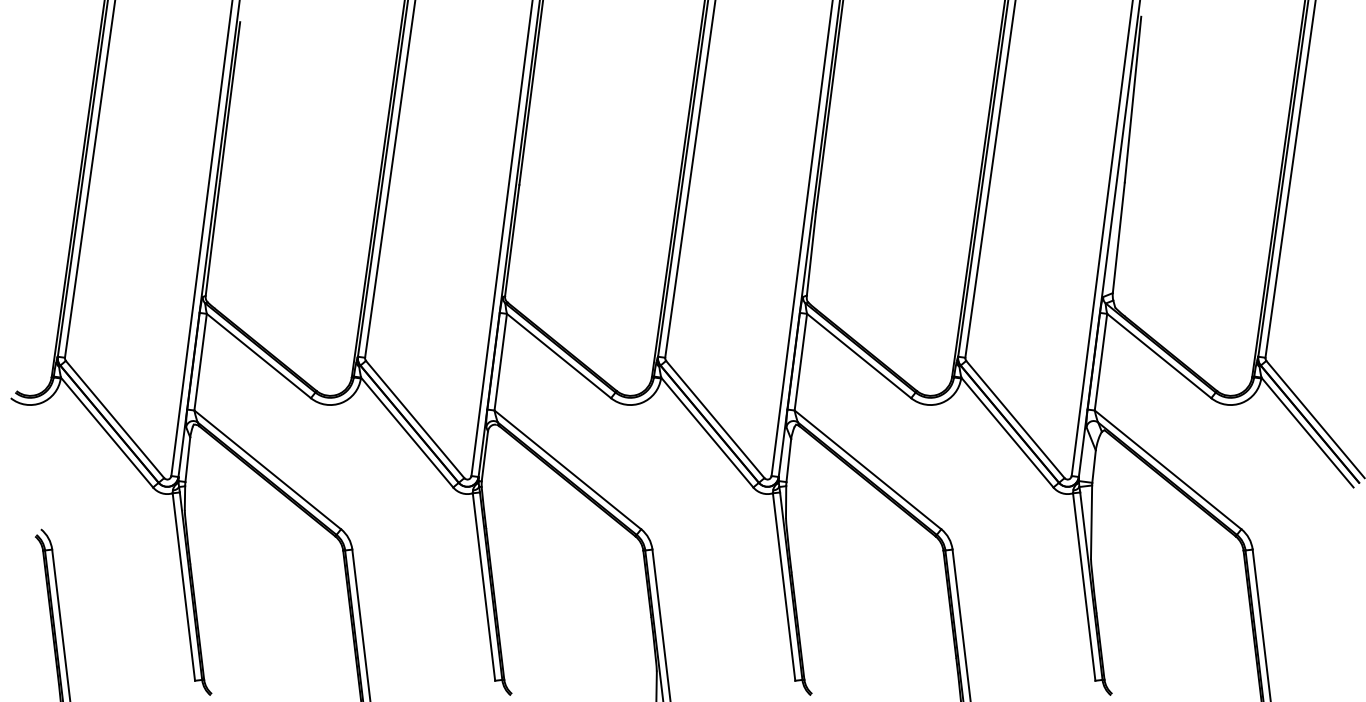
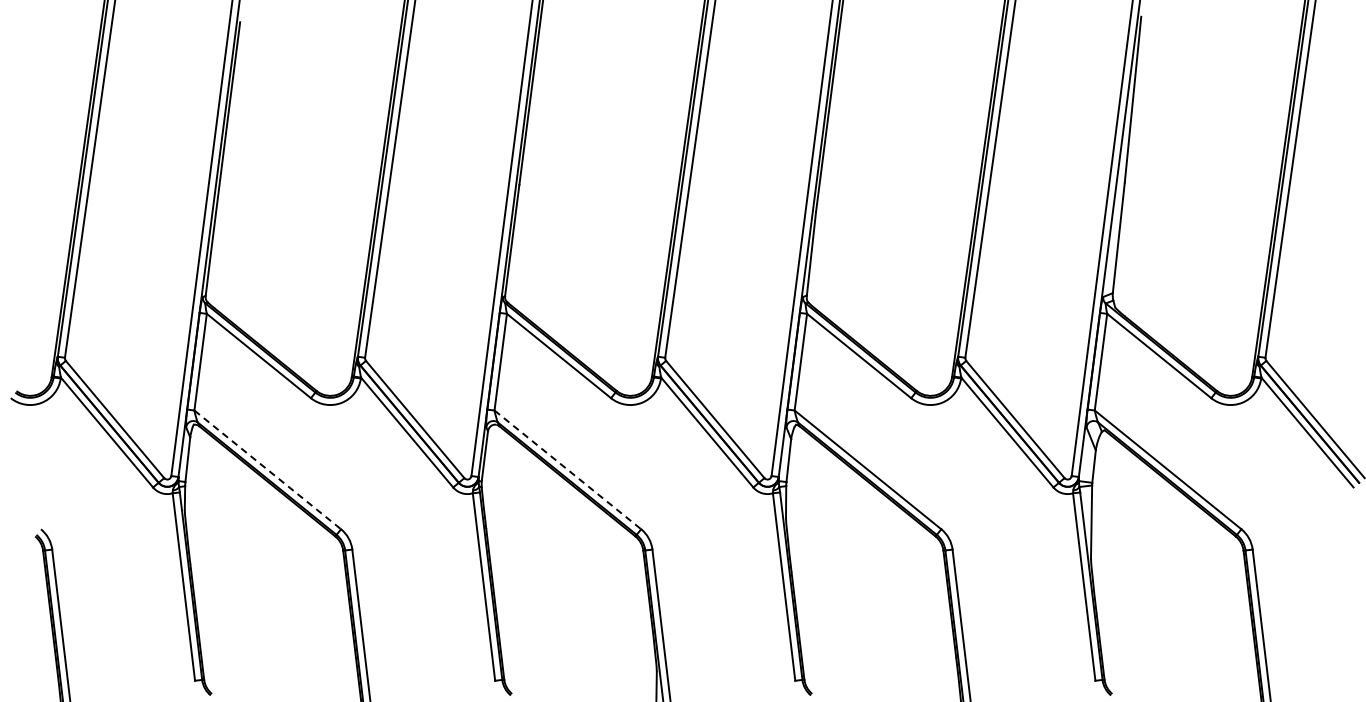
line at (268, 470): solid -> dashed
line at (568, 470): solid -> dashed
